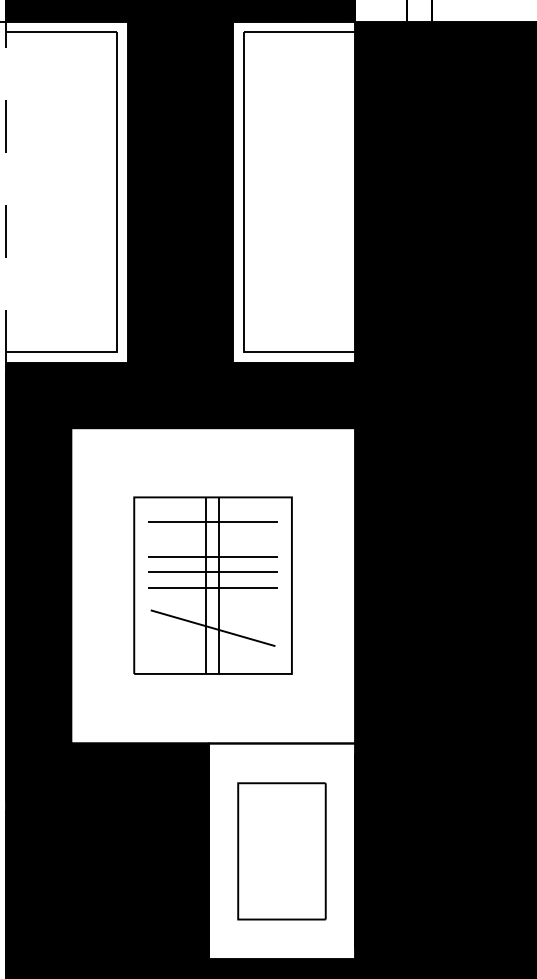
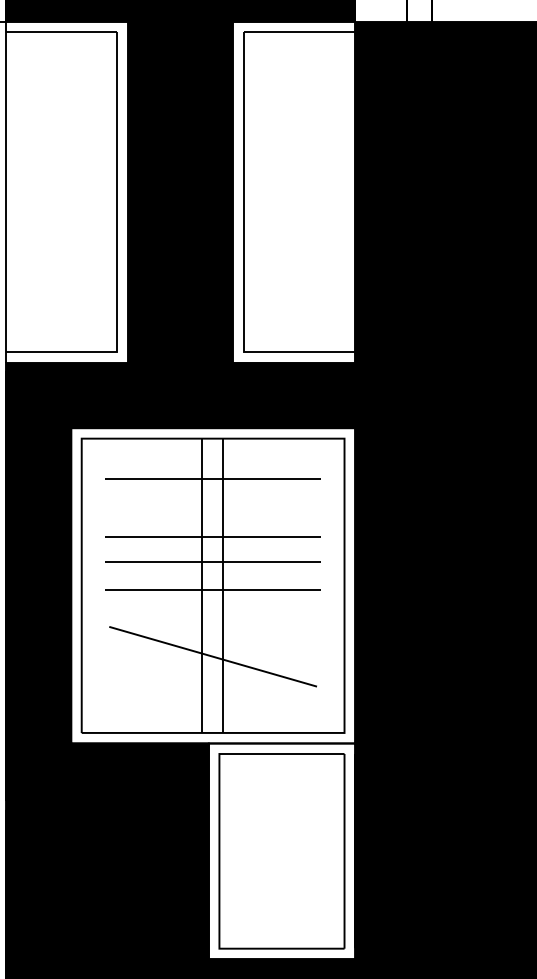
line at (6, 192): dashed -> solid
part at (212, 585) size: 160x179 px -> 266x297 px
part at (281, 851) size: 90x139 px -> 128x197 px
